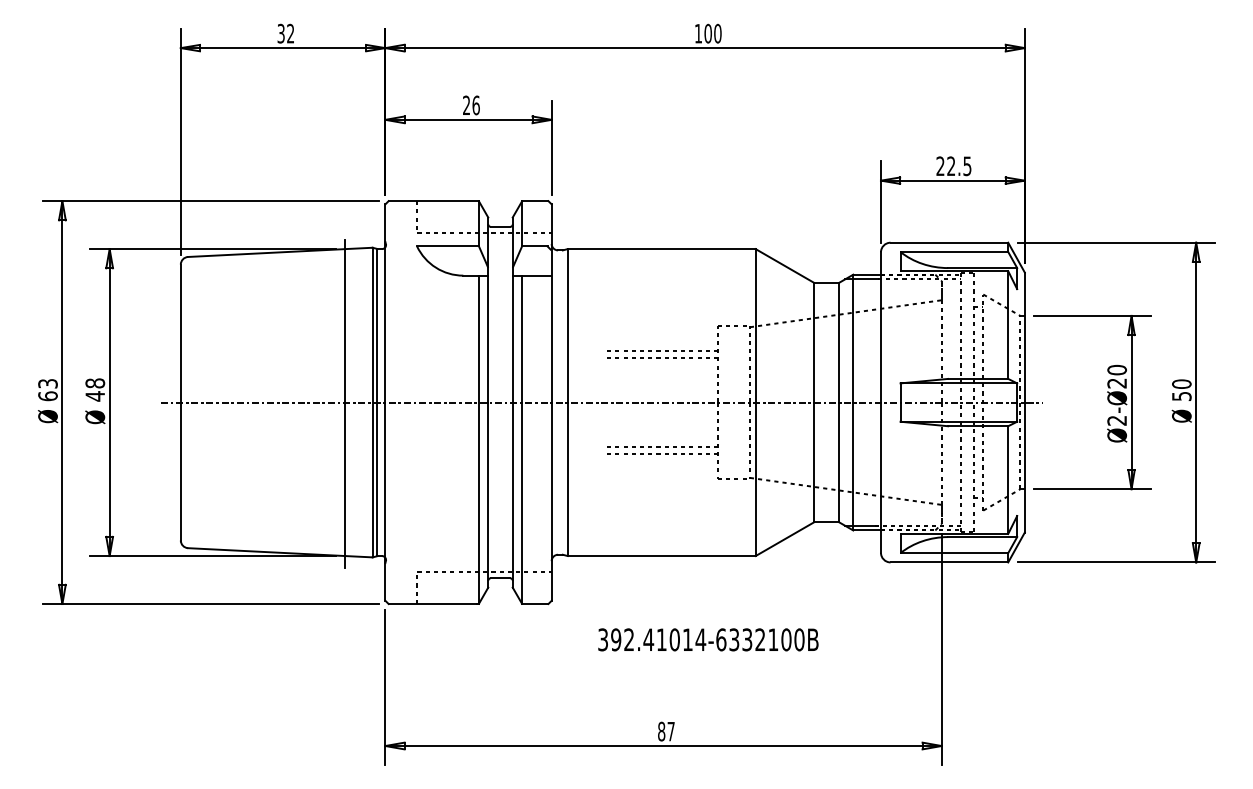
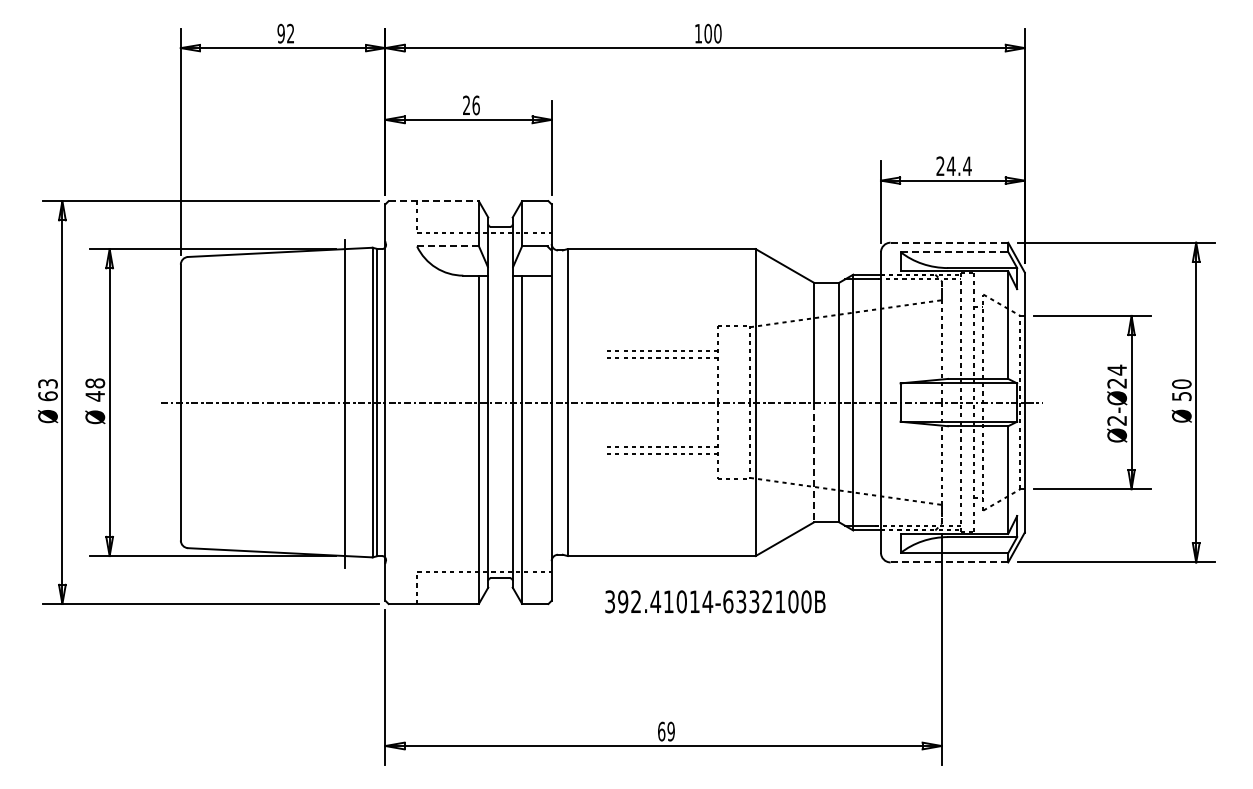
text at (280, 33): 32 -> 92
text at (958, 166): 22.5 -> 24.4
line at (434, 201): solid -> dashed
line at (949, 242): solid -> dashed
line at (448, 246): solid -> dashed
line at (954, 251): solid -> dashed
text at (1116, 369): Ø2-Ø20 -> Ø2-Ø24
line at (813, 462): solid -> dashed
line at (949, 562): solid -> dashed
text at (708, 639) position: (708, 639) -> (715, 601)
text at (666, 731): 87 -> 69
